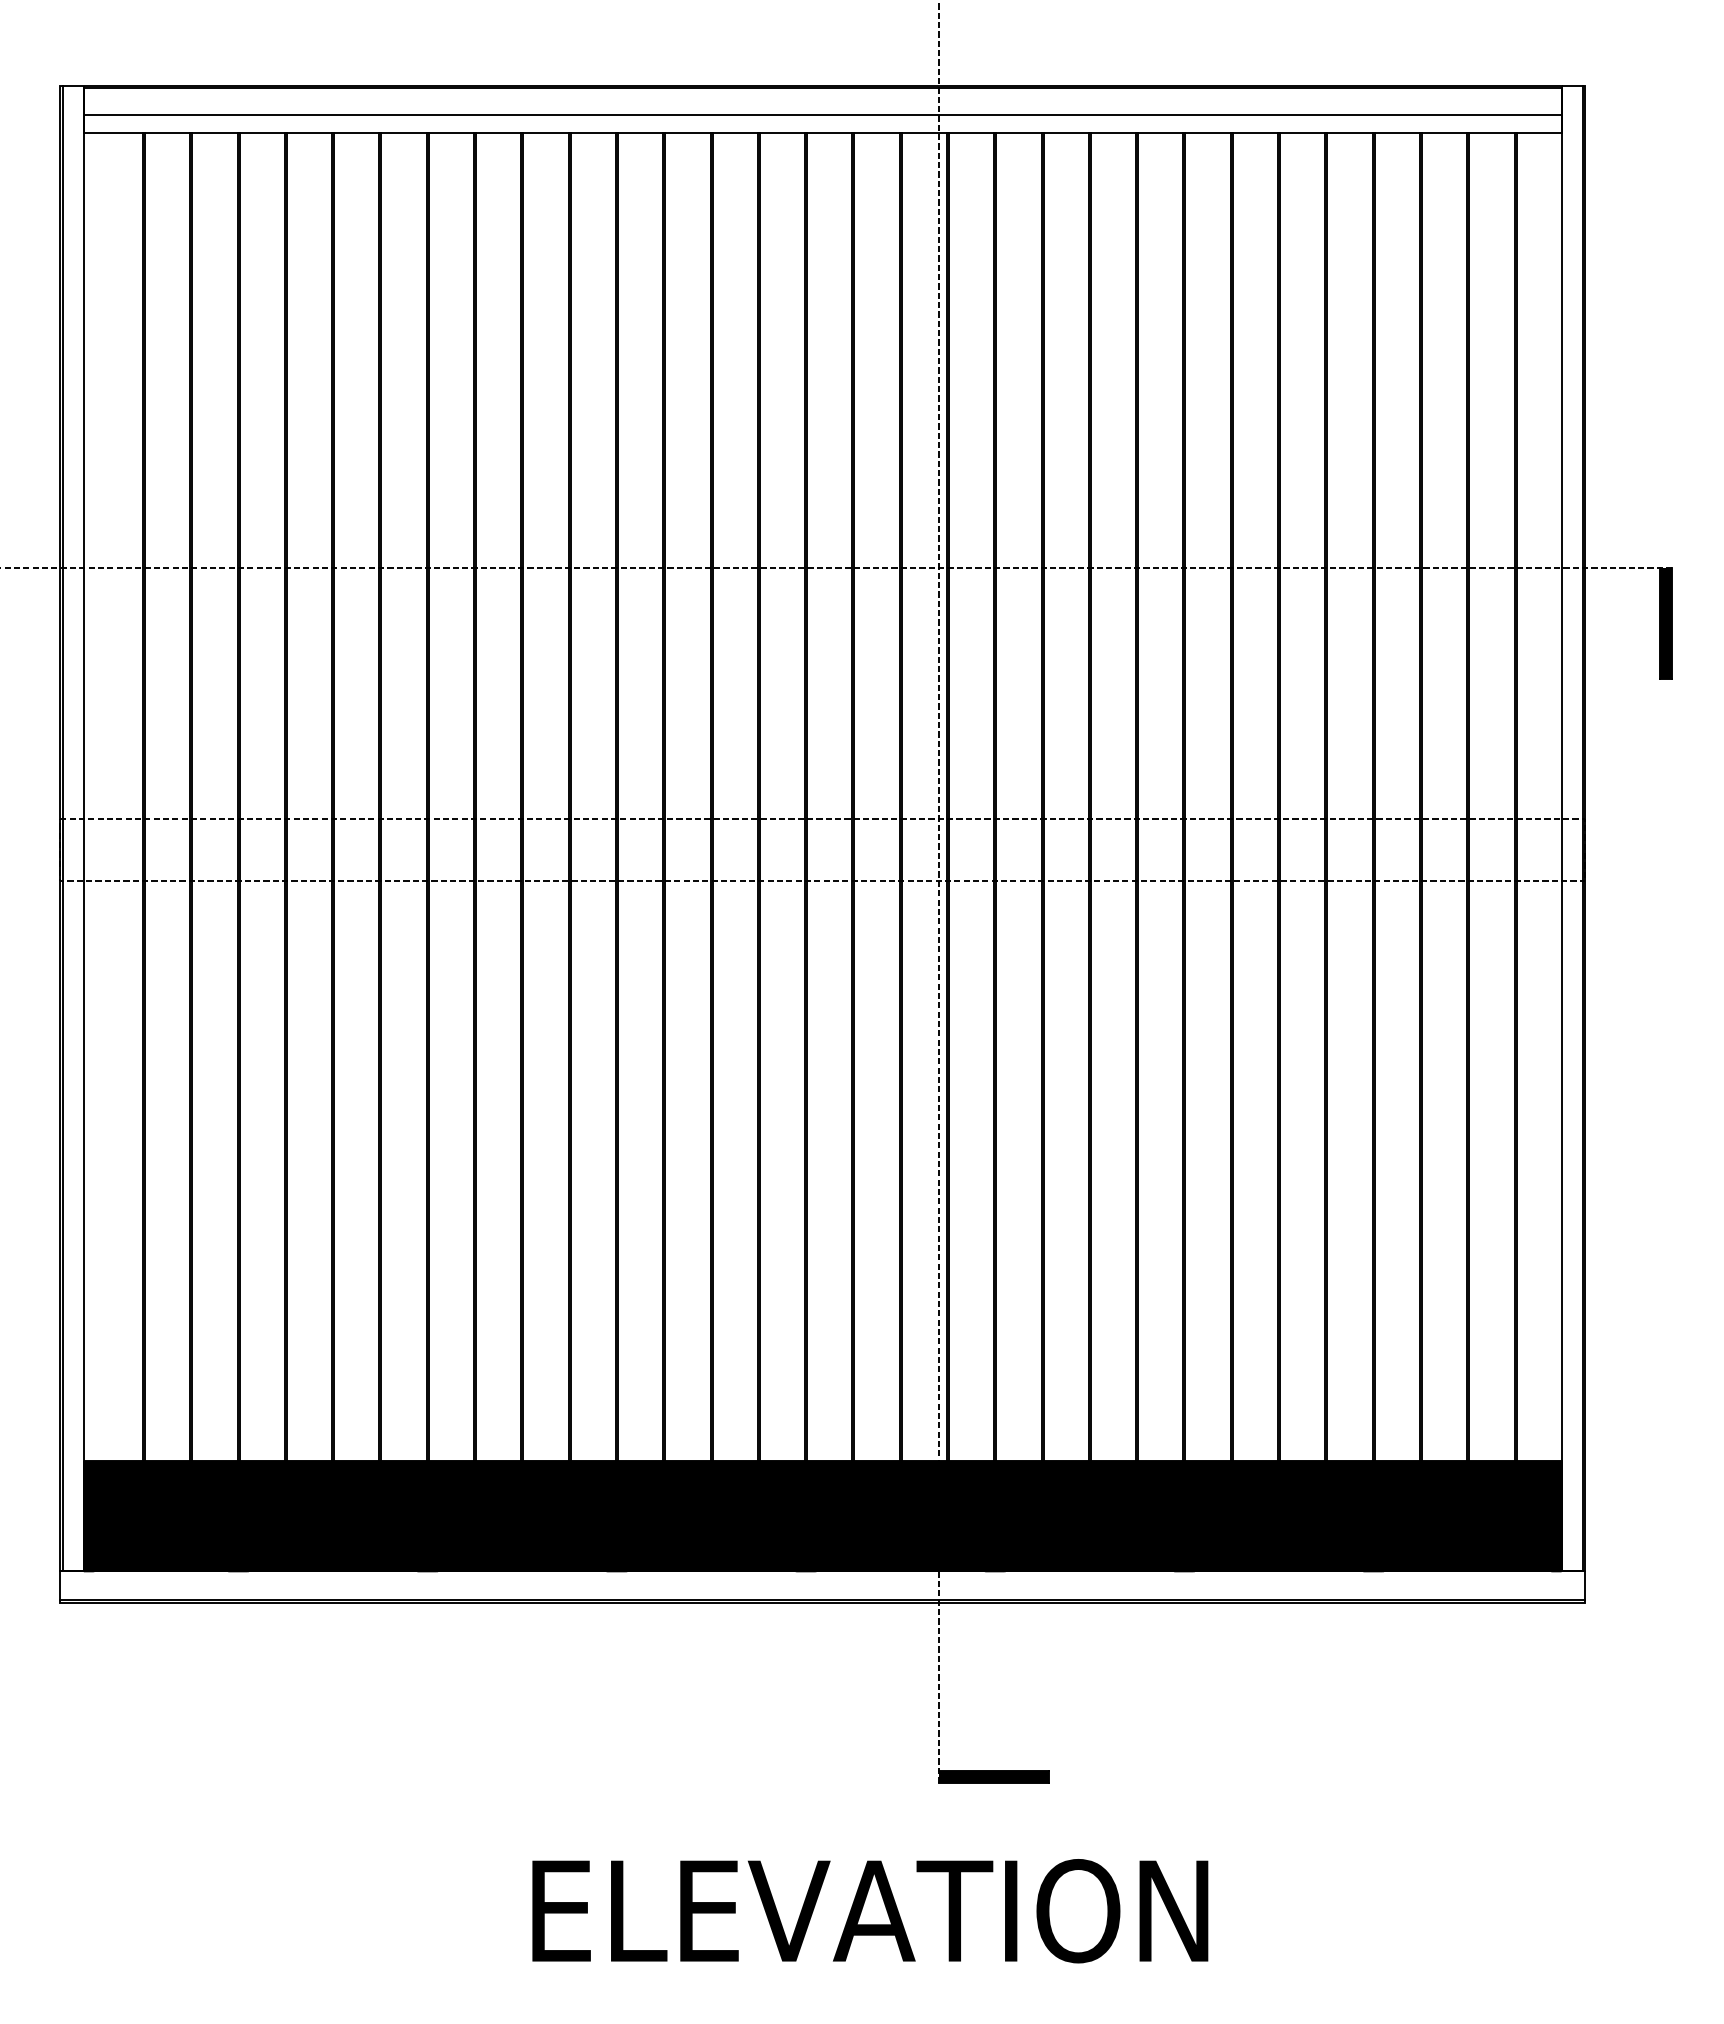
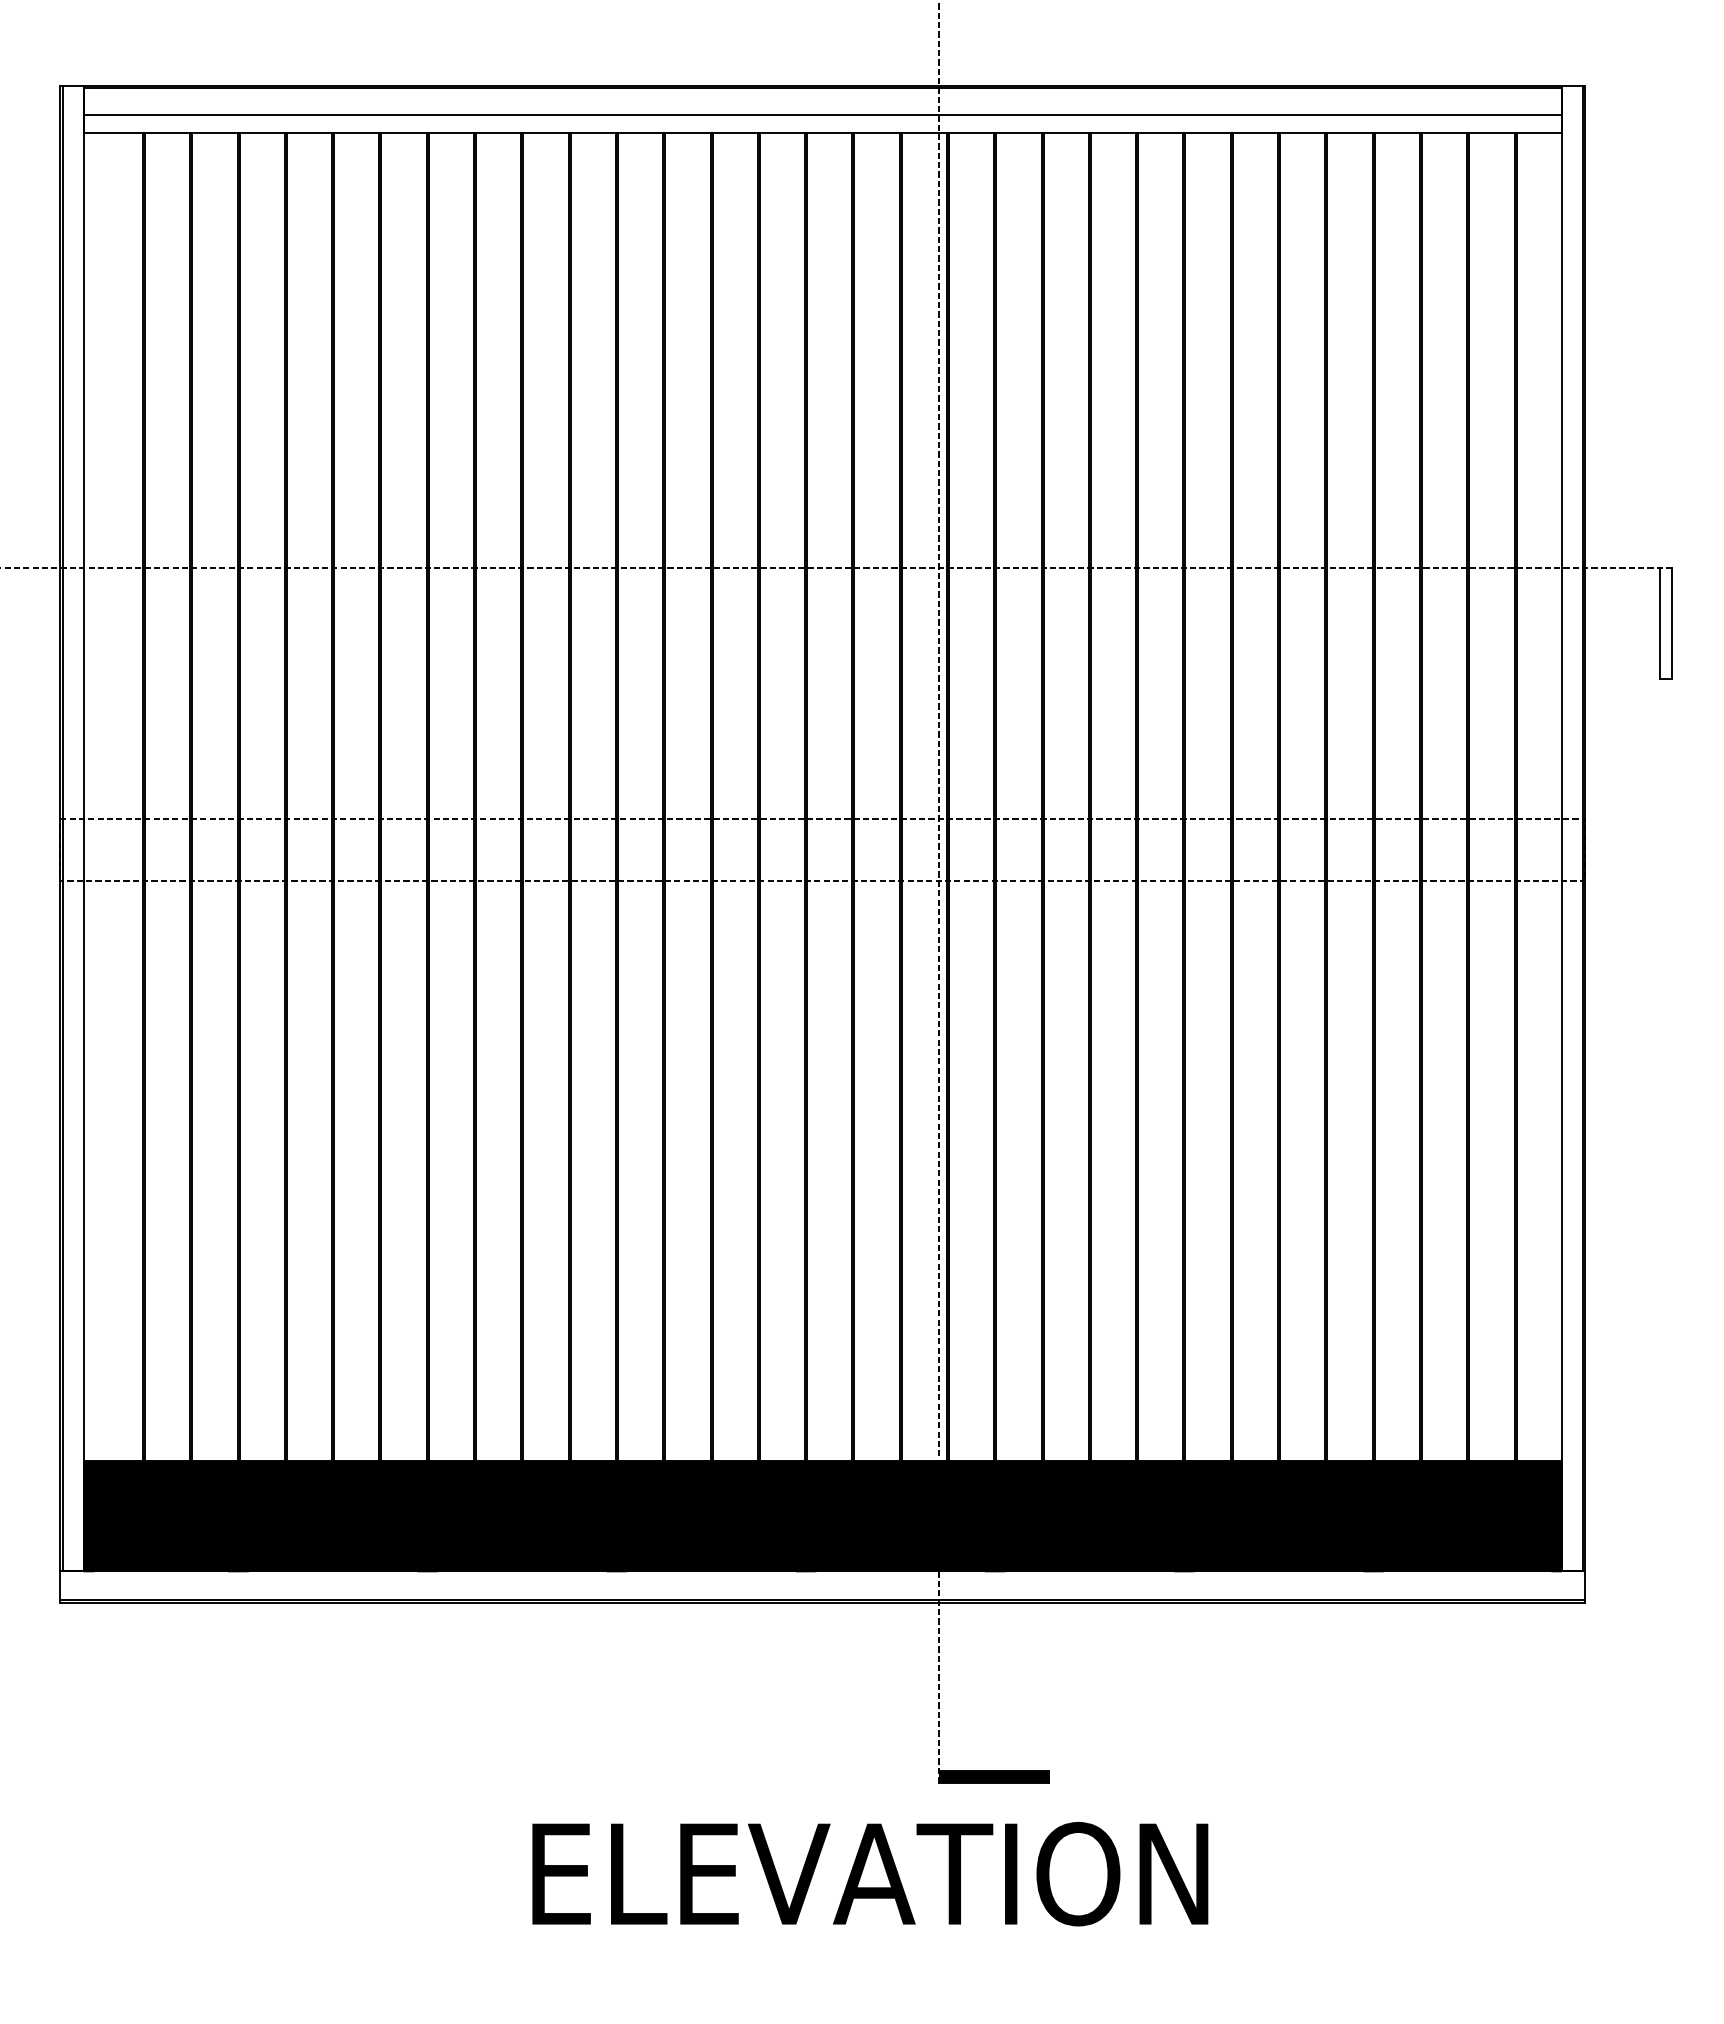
fill at (1666, 623): present -> none
text at (870, 1911) position: (870, 1911) -> (870, 1874)
